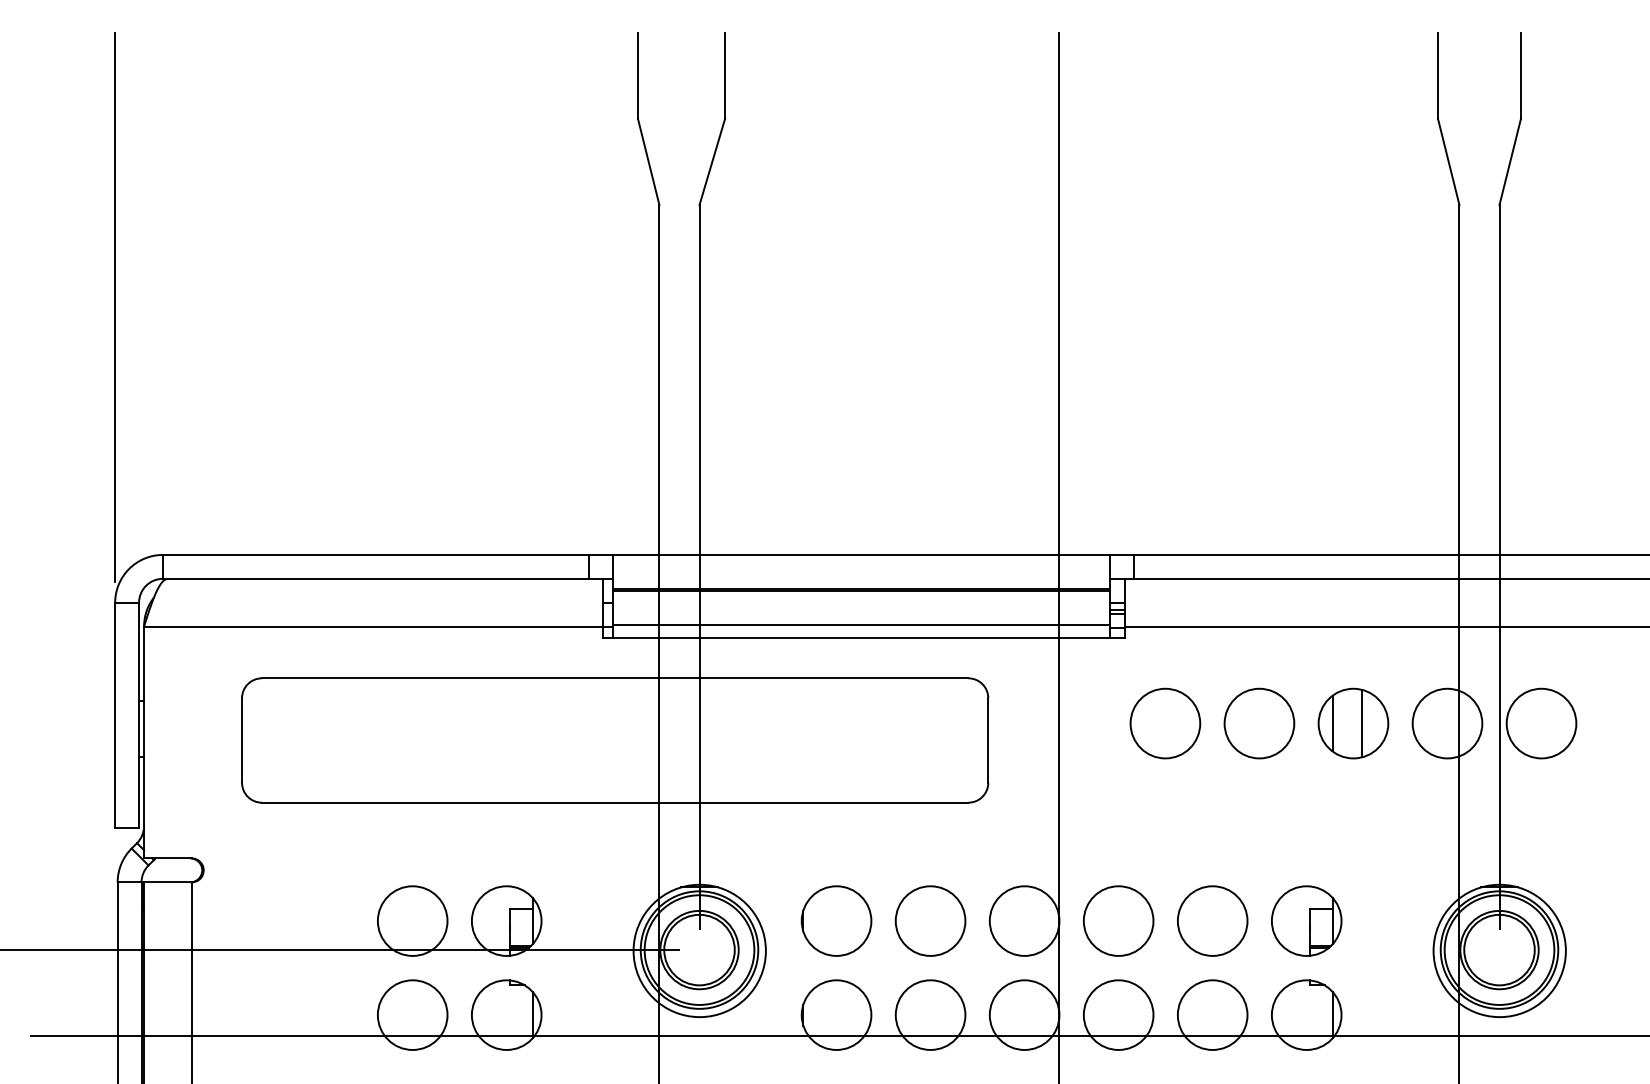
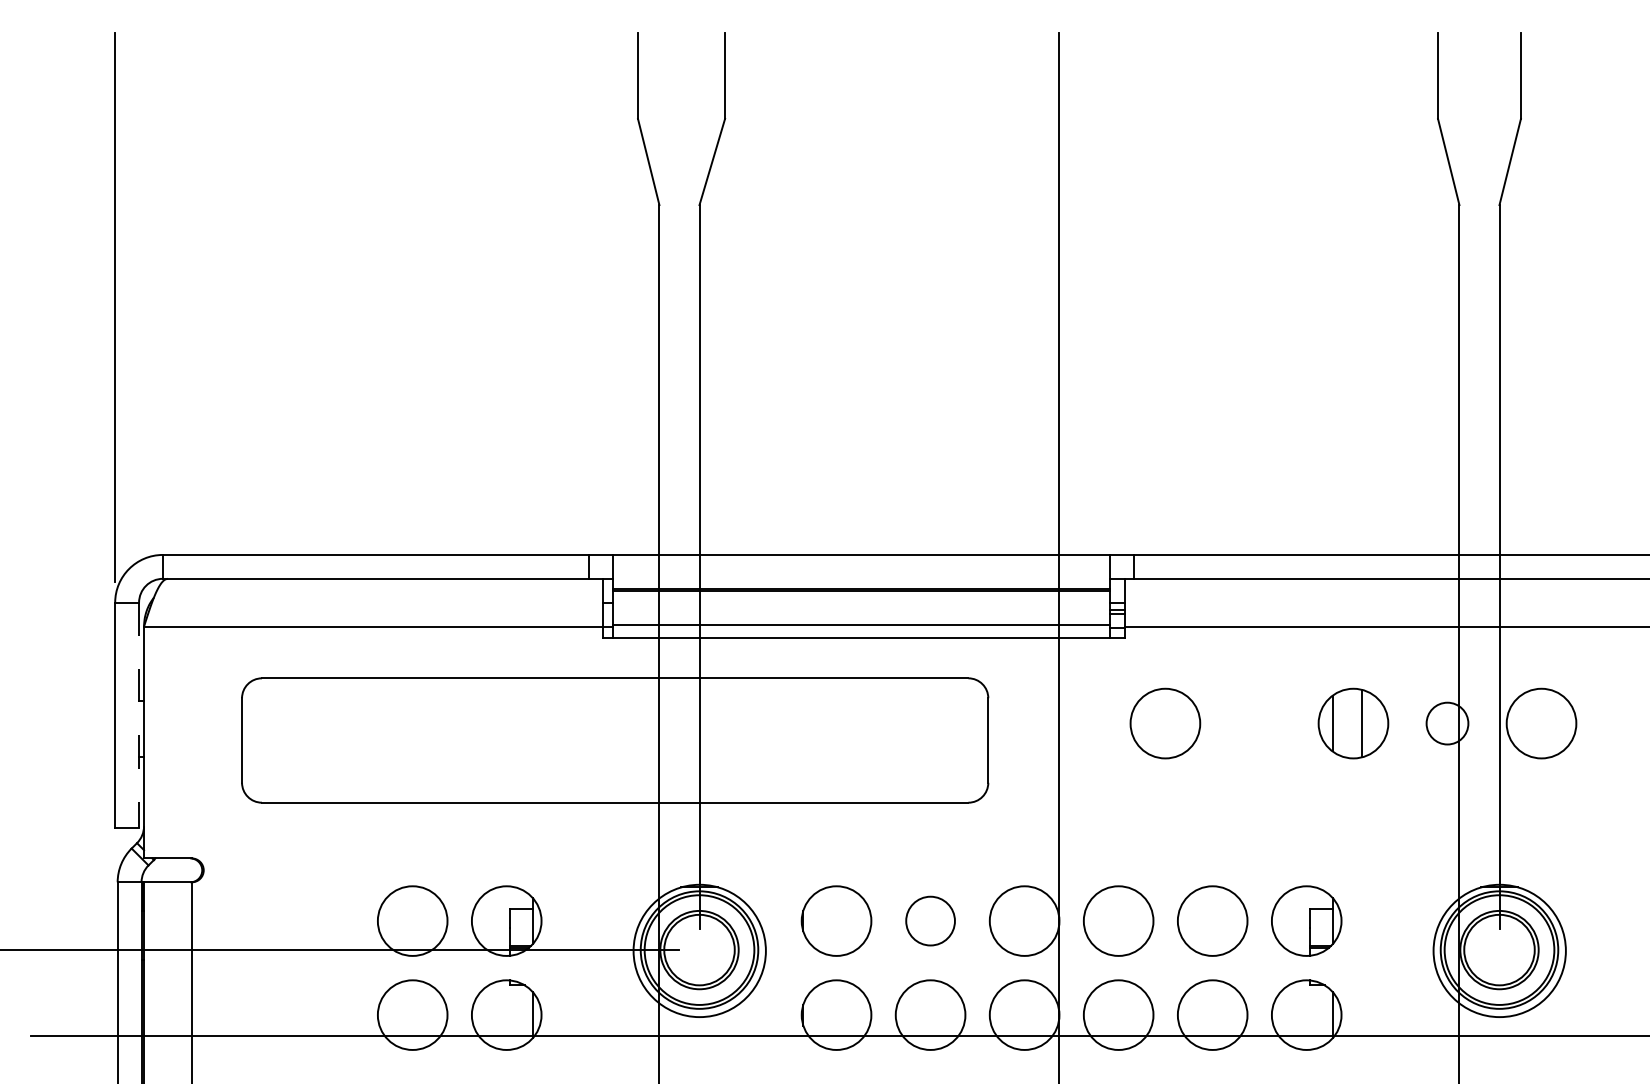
line at (139, 715): solid -> dashed
circle at (1259, 723): present -> none
circle at (1447, 723) diameter: 70 px -> 42 px
circle at (930, 920) diameter: 70 px -> 49 px
